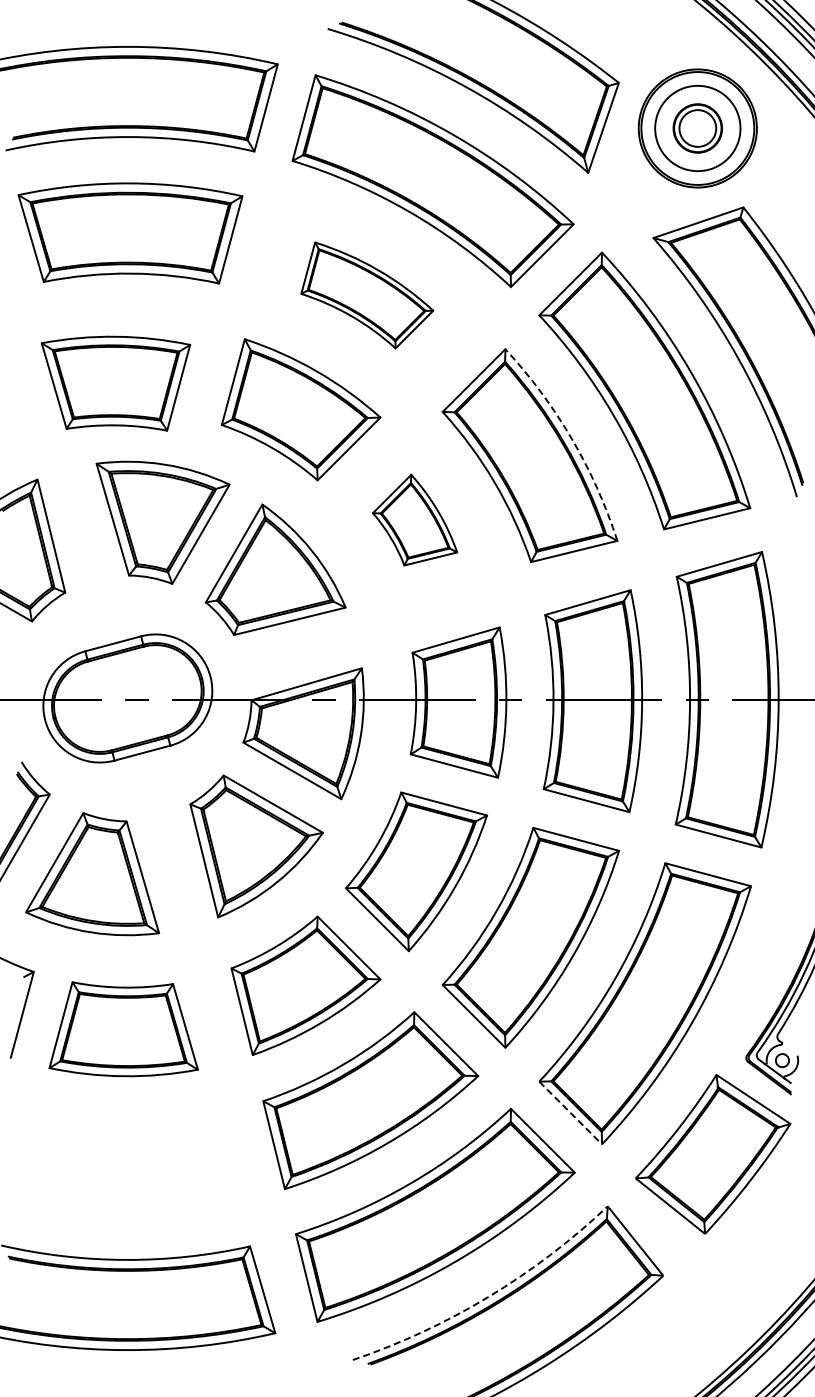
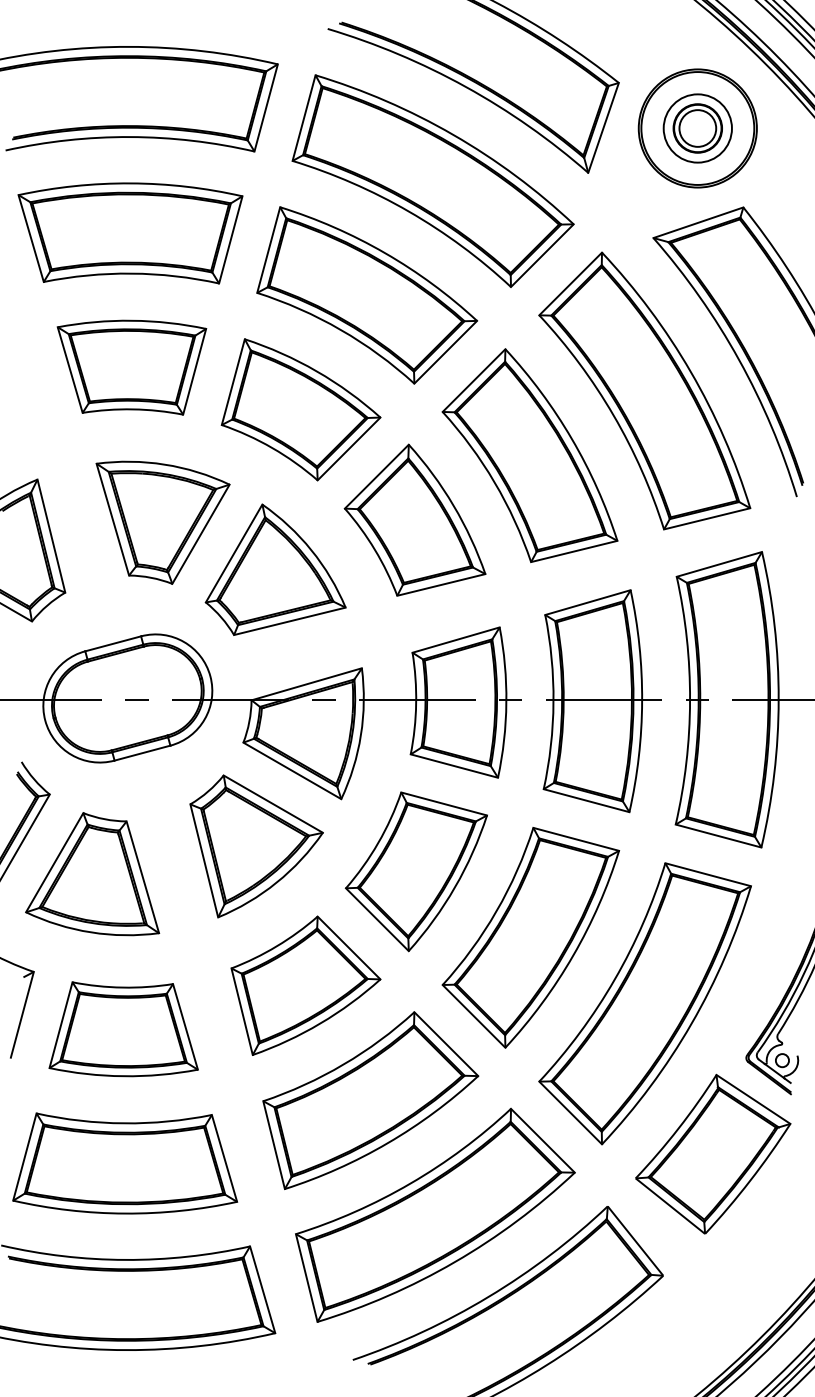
circle at (697, 128) diameter: 85 px -> 68 px
part at (367, 295) size: 135x109 px -> 223x179 px
part at (115, 383) position: (115, 383) -> (131, 367)
arc at (571, 438): dashed -> solid
part at (414, 519) size: 88x94 px -> 144x154 px
line at (571, 1113): dashed -> solid
part at (125, 1163): none -> present
arc at (488, 1296): dashed -> solid
